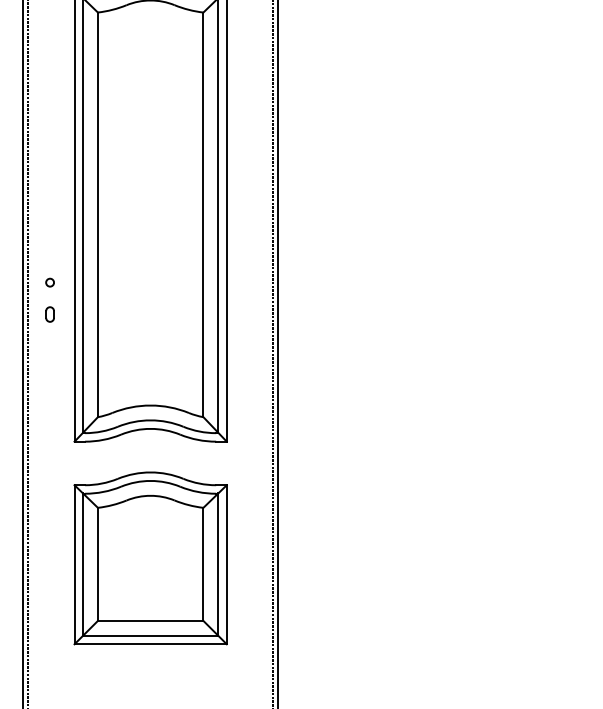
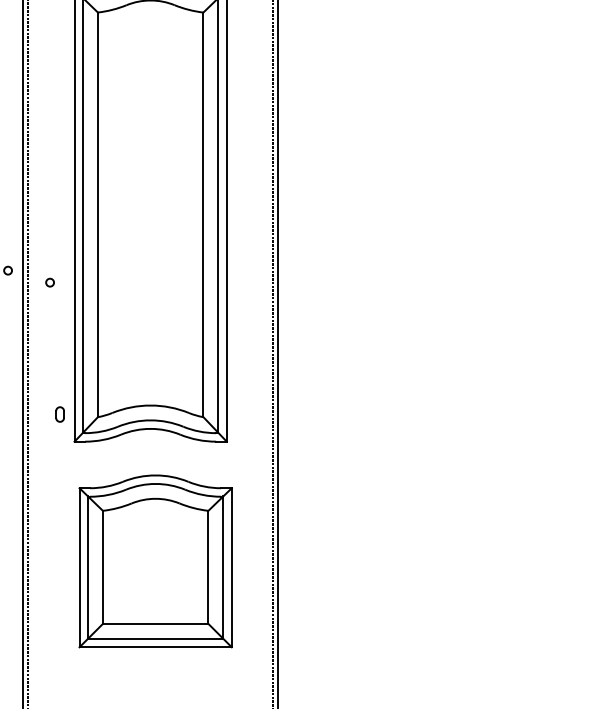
circle at (7, 270): none -> present
part at (49, 314) position: (49, 314) -> (59, 414)
part at (150, 558) position: (150, 558) -> (155, 561)
